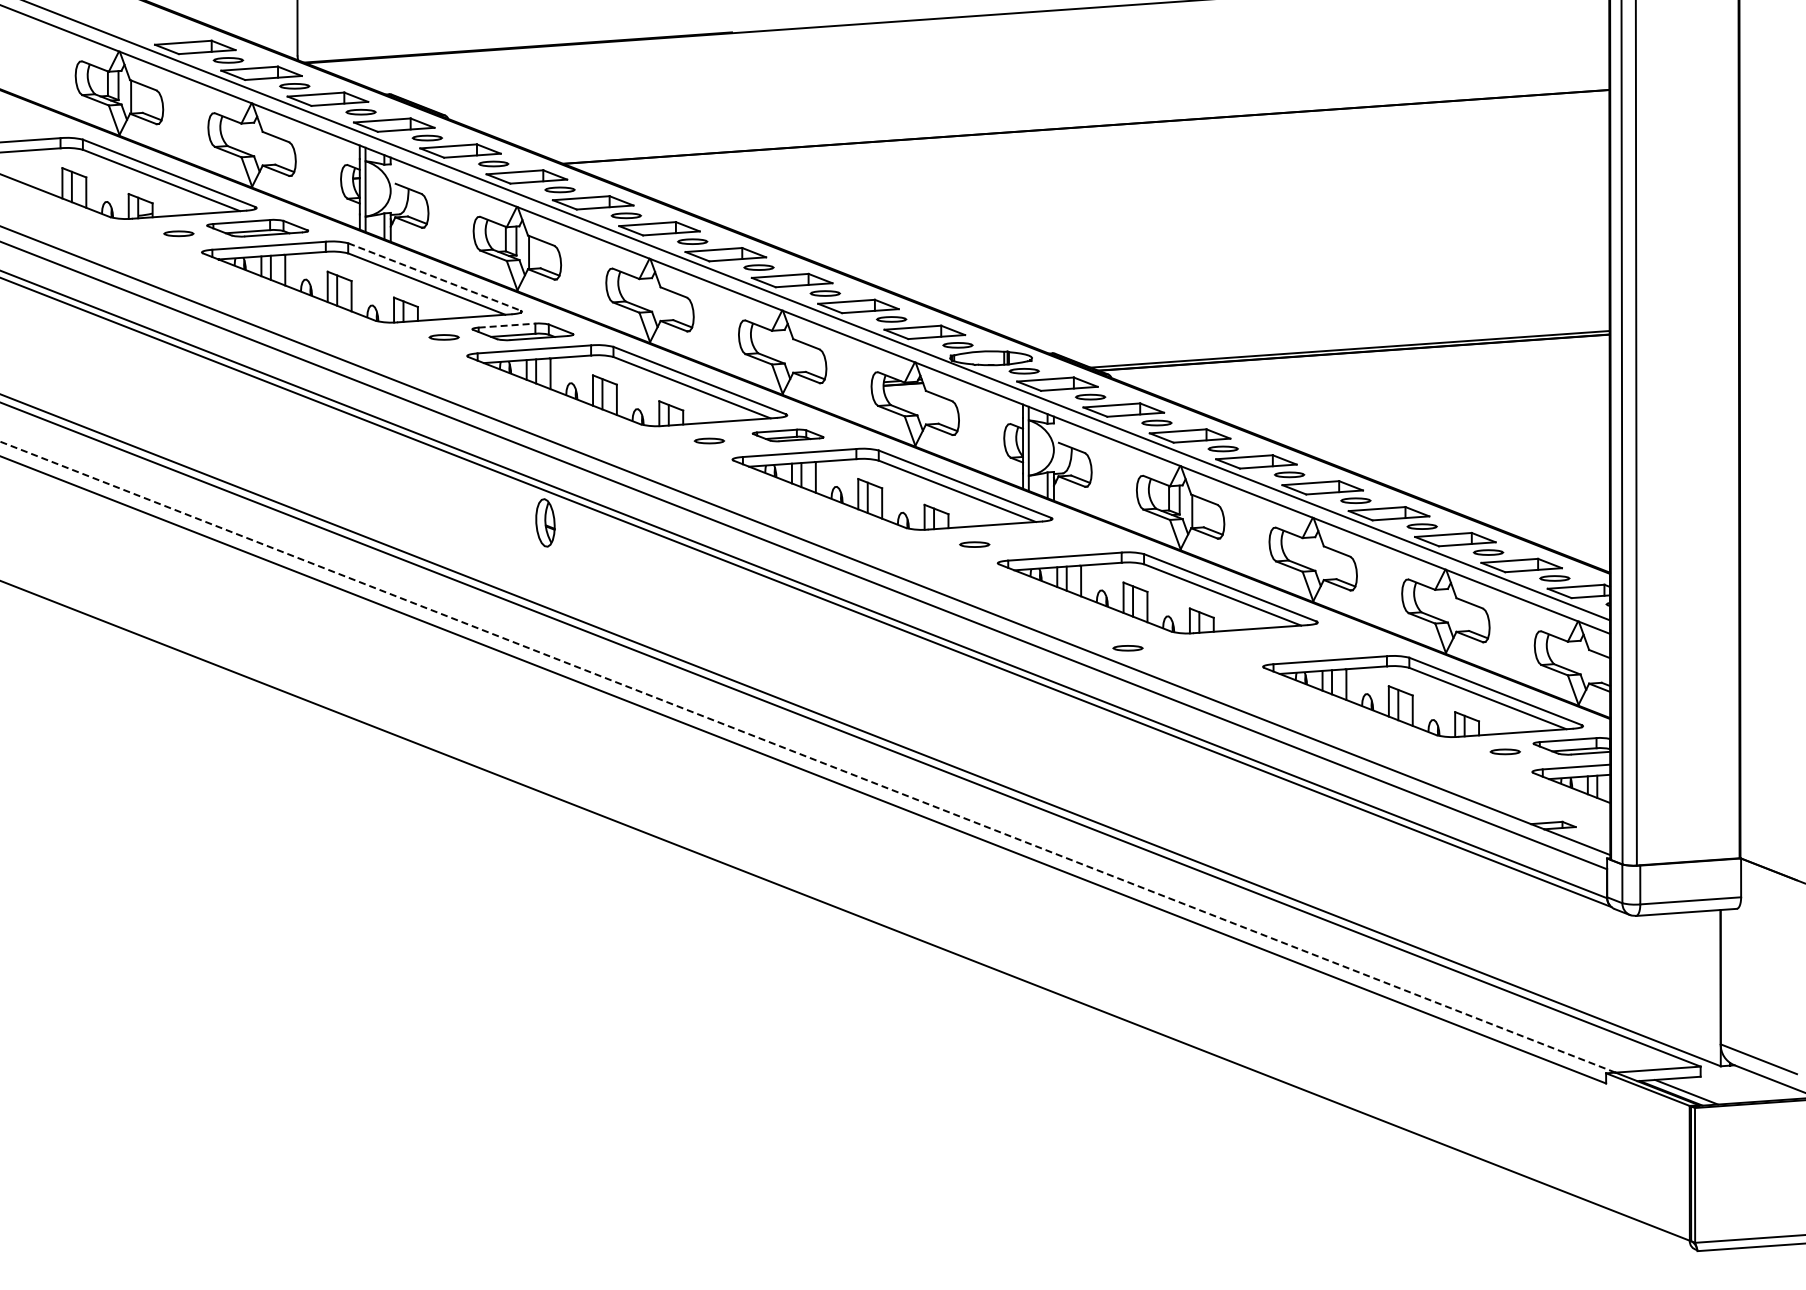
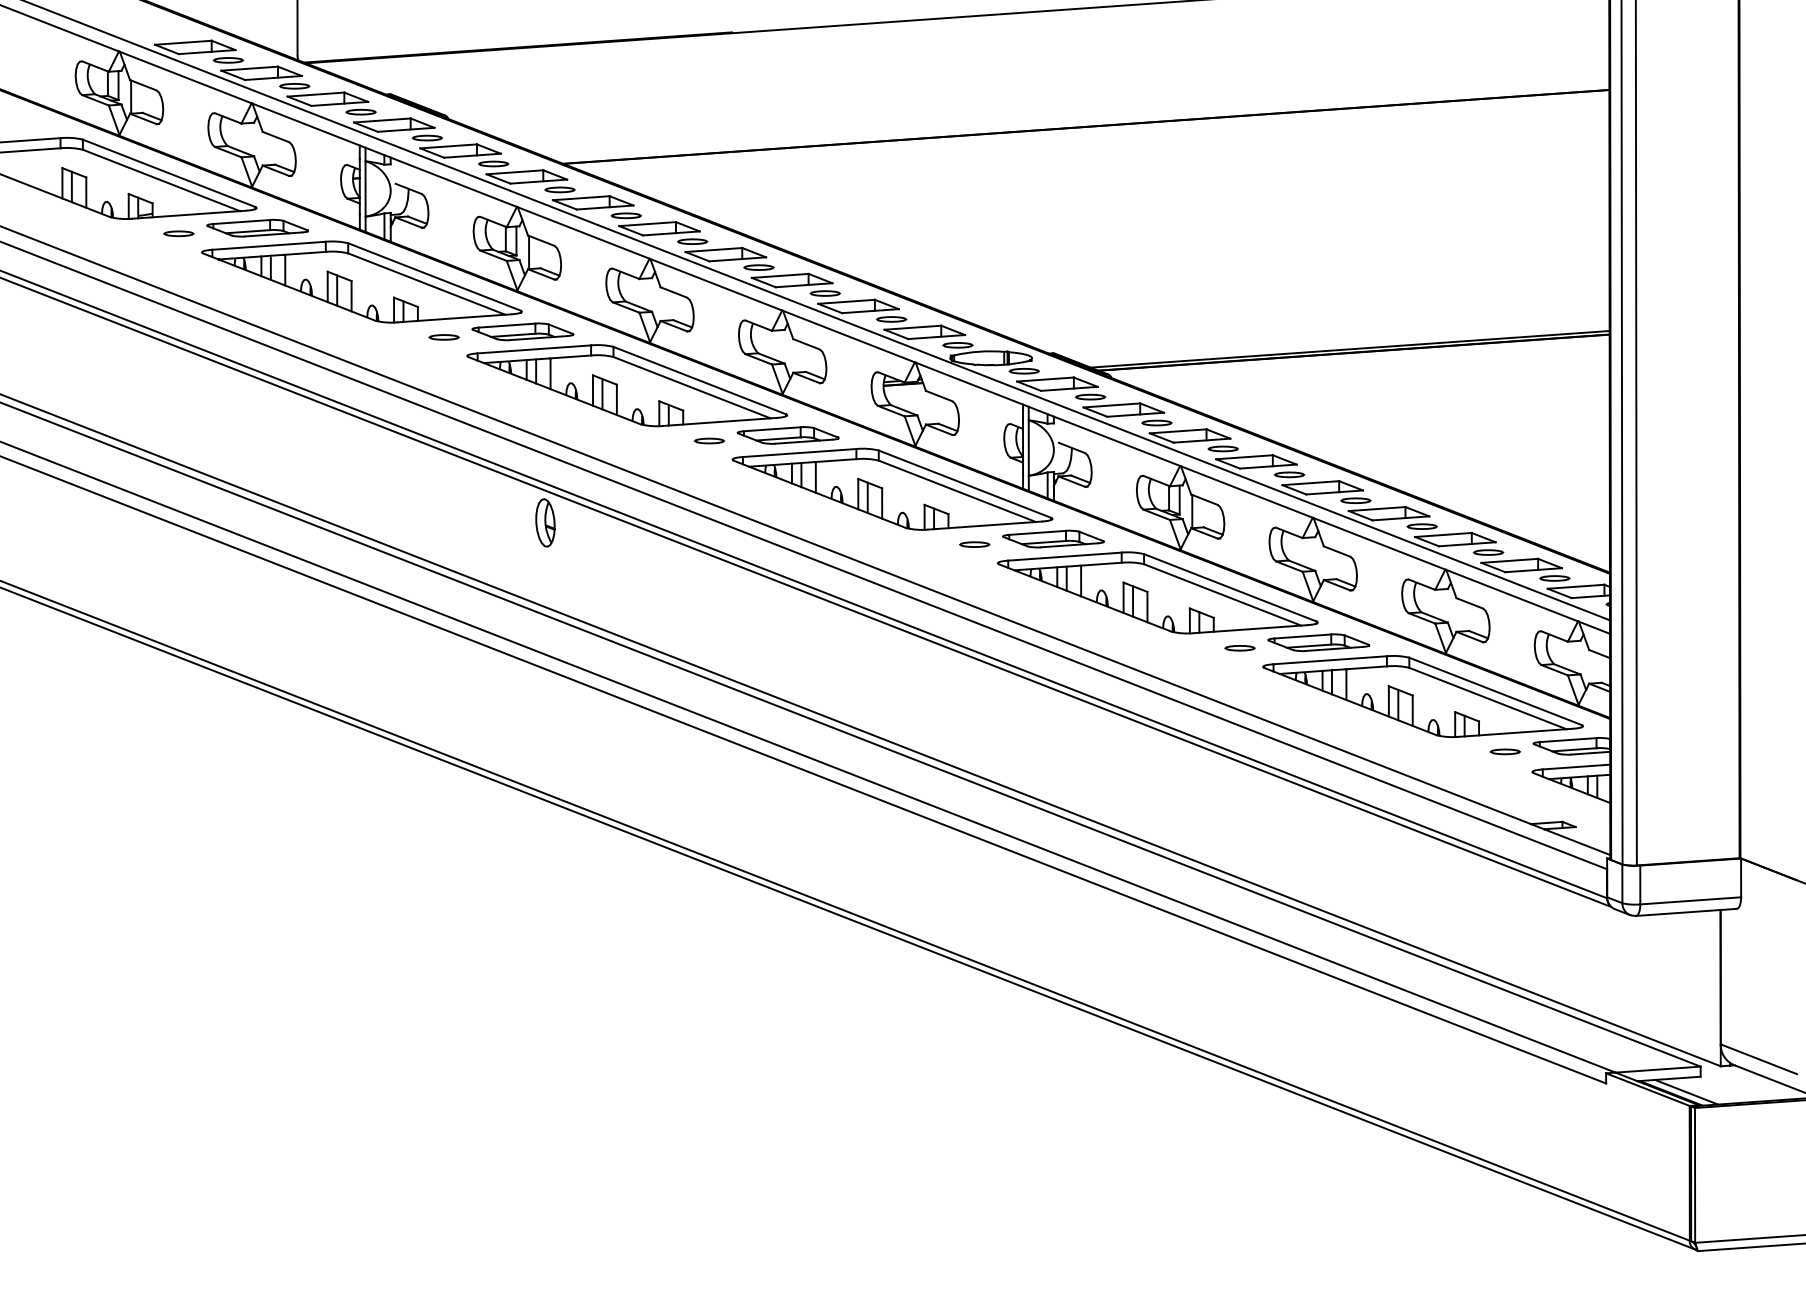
line at (434, 276): dashed -> solid
line at (507, 325): dashed -> solid
part at (787, 435) size: 74x15 px -> 104x19 px
part at (1053, 538): none -> present
part at (1318, 642): none -> present
part at (1127, 648) position: (1127, 648) -> (1239, 648)
line at (808, 757): dashed -> solid
line at (848, 918): none -> present
